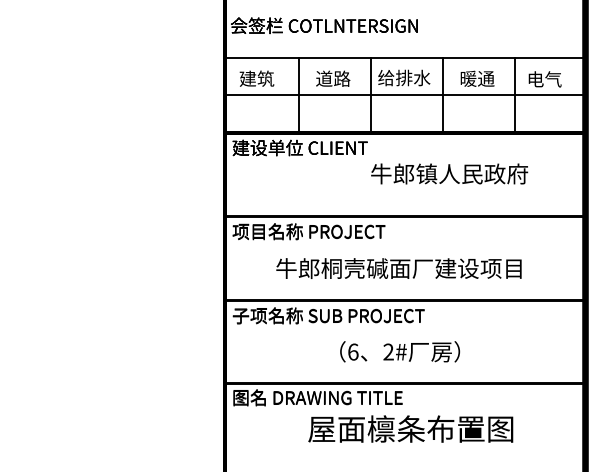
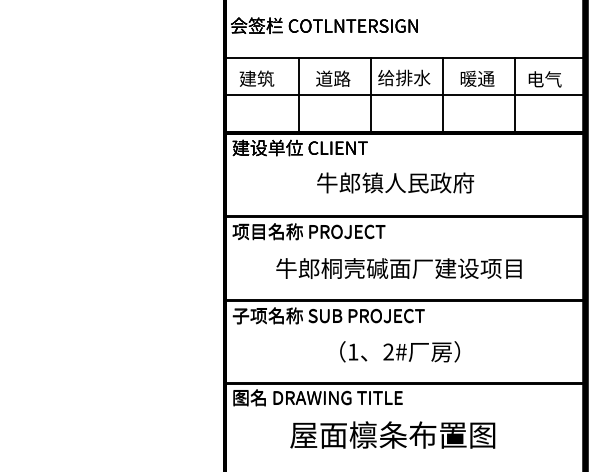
text at (449, 173) position: (449, 173) -> (395, 182)
text at (353, 351): 6 -> 1
text at (410, 428) position: (410, 428) -> (392, 434)
